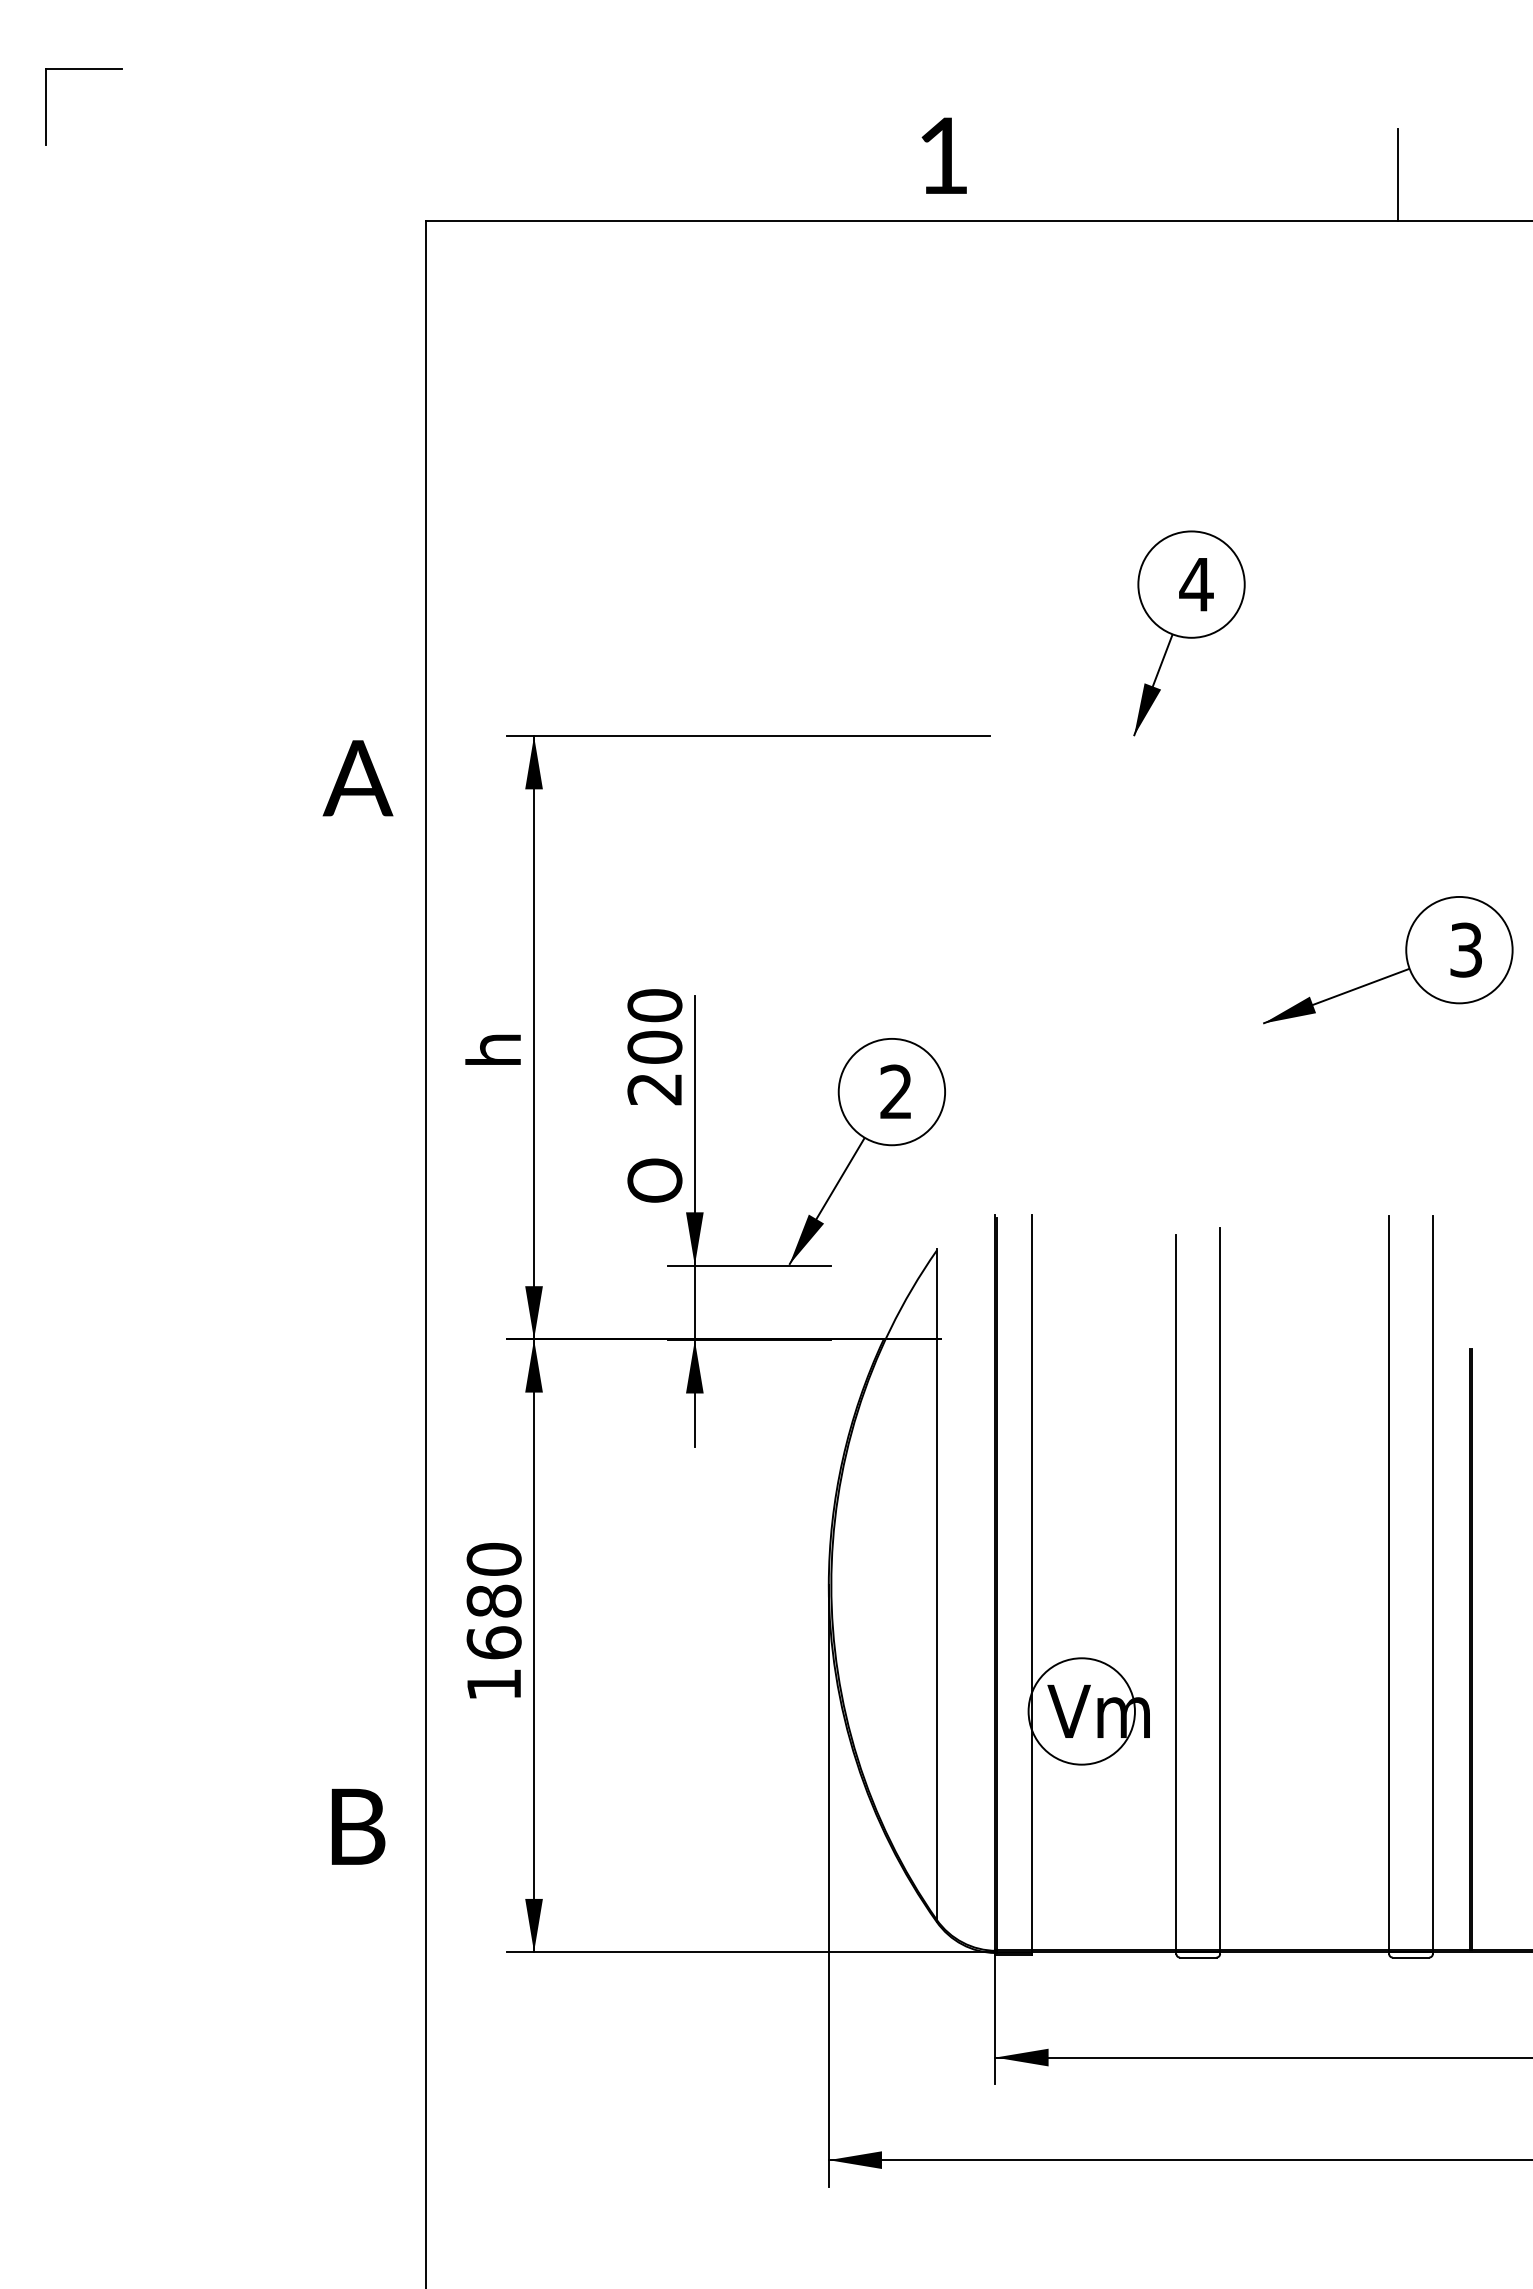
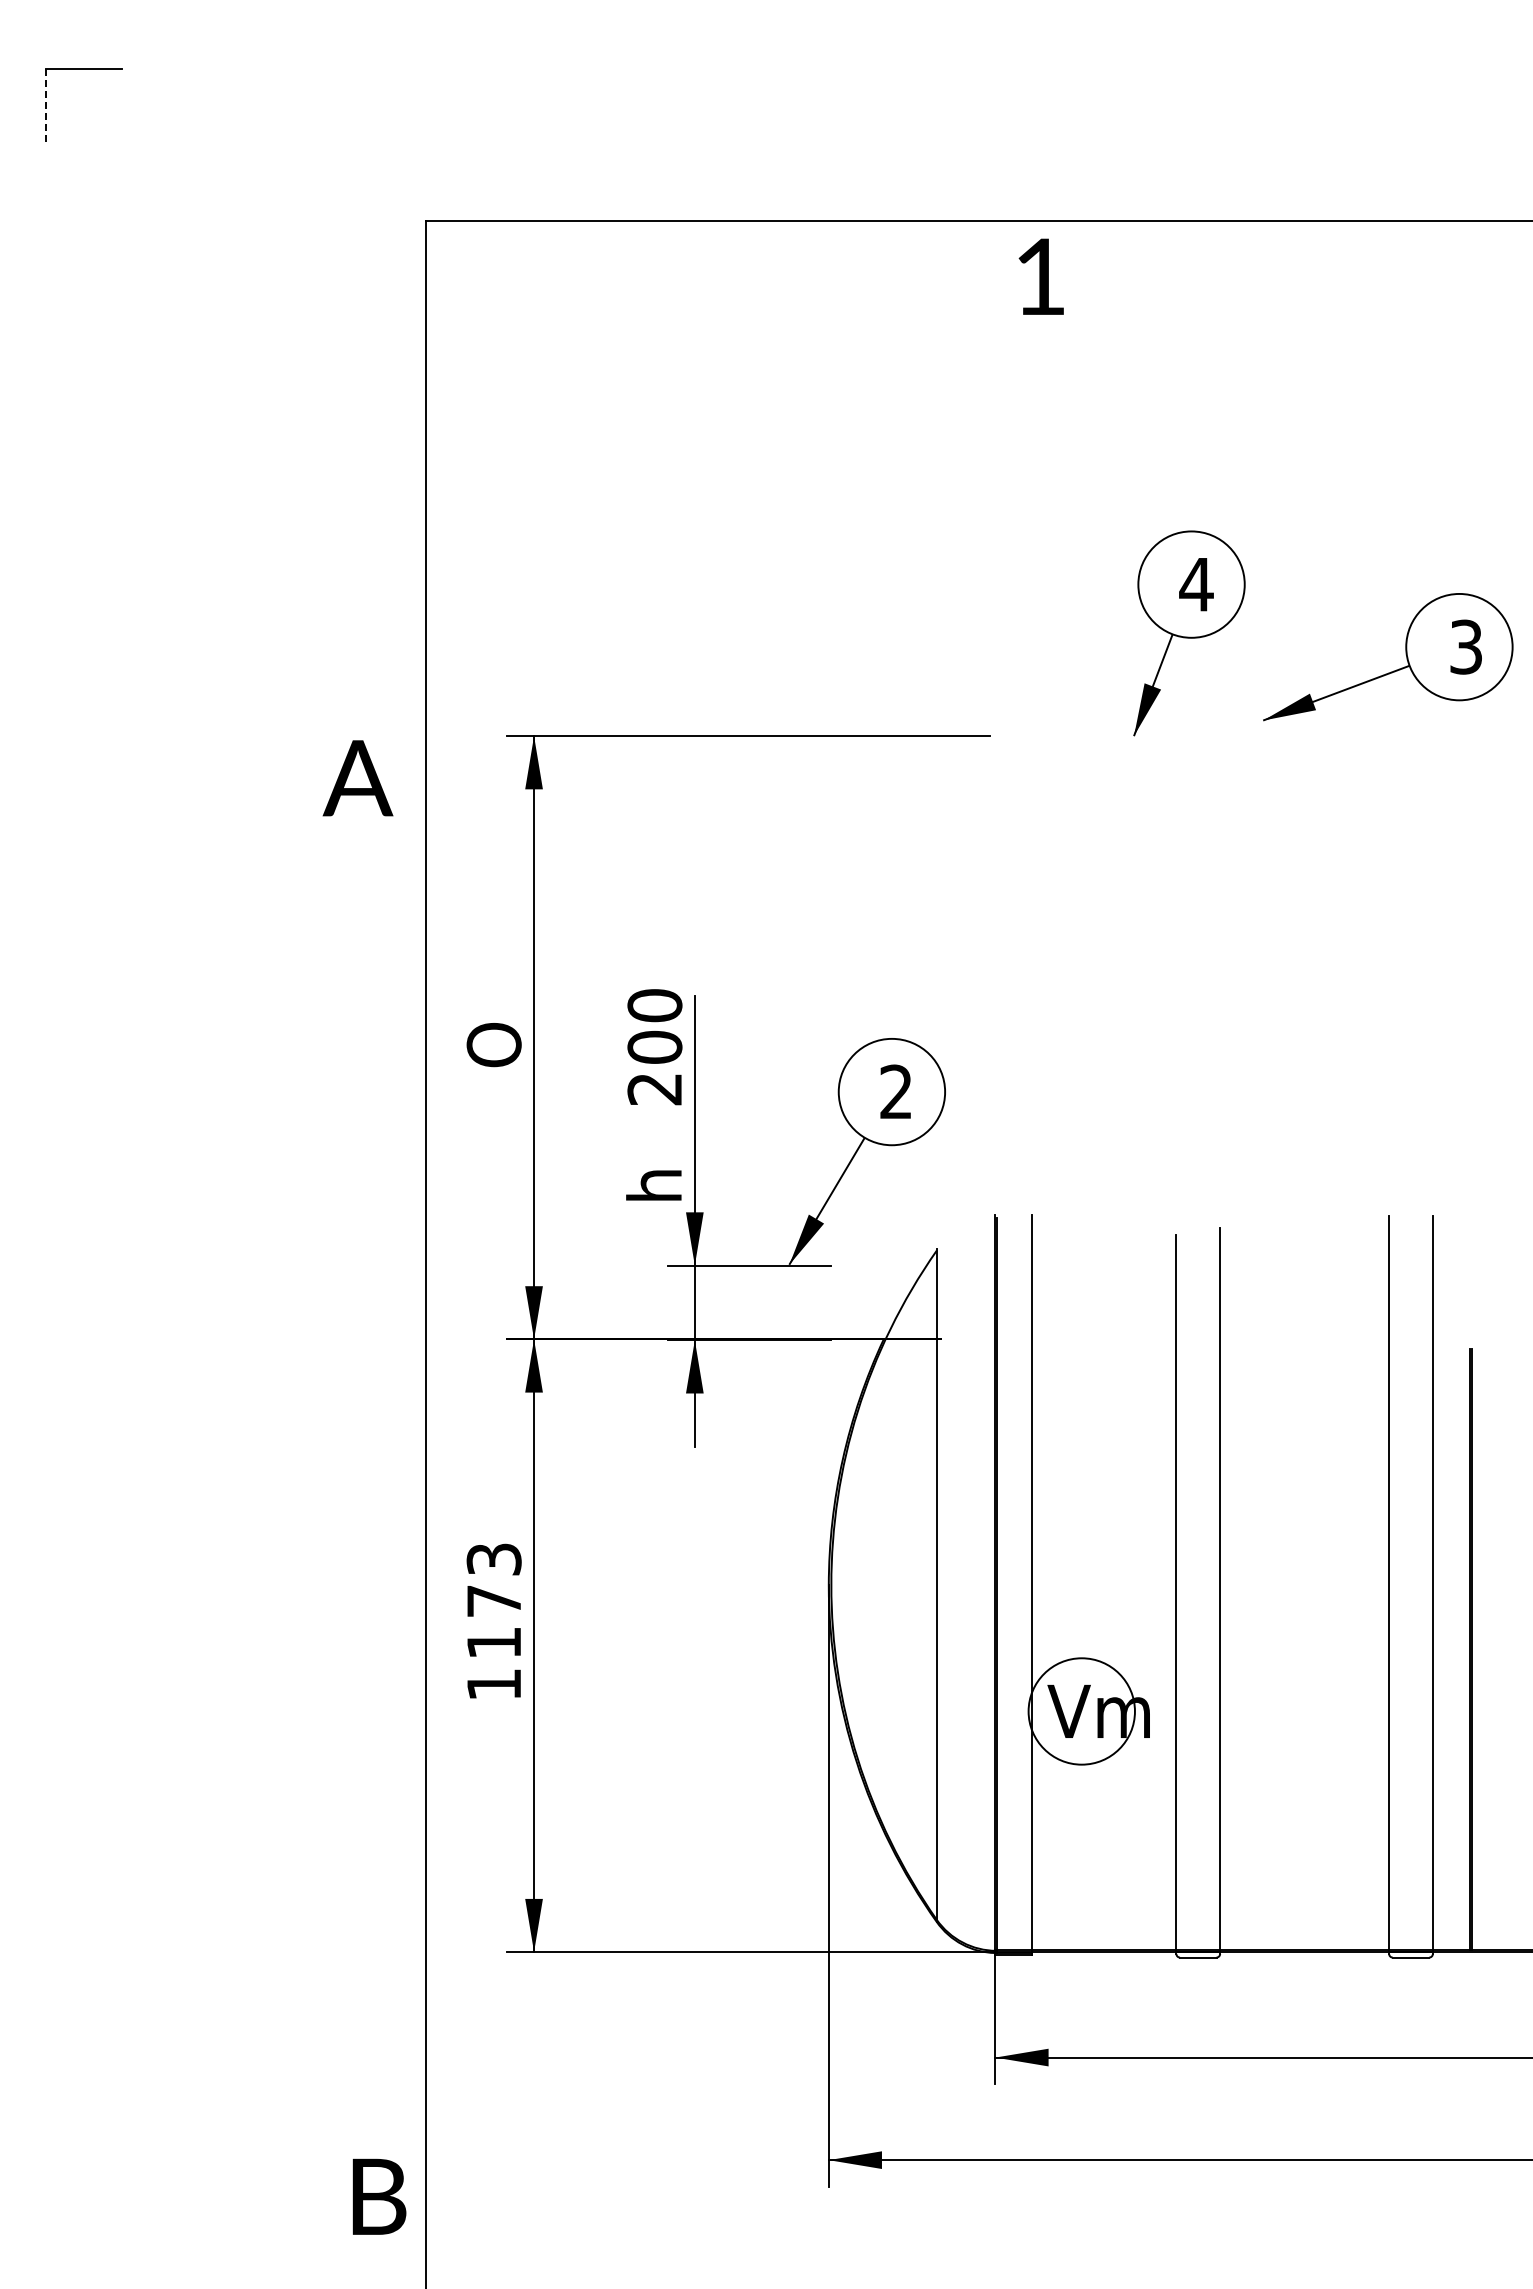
line at (45, 106): solid -> dashed
text at (943, 155) position: (943, 155) -> (1040, 276)
line at (1398, 174): present -> none
part at (1393, 973) position: (1393, 973) -> (1393, 670)
text at (493, 1045): h -> O
text at (654, 1180): O -> h
text at (493, 1601): 1680 -> 1173
text at (358, 1826) position: (358, 1826) -> (379, 2196)
